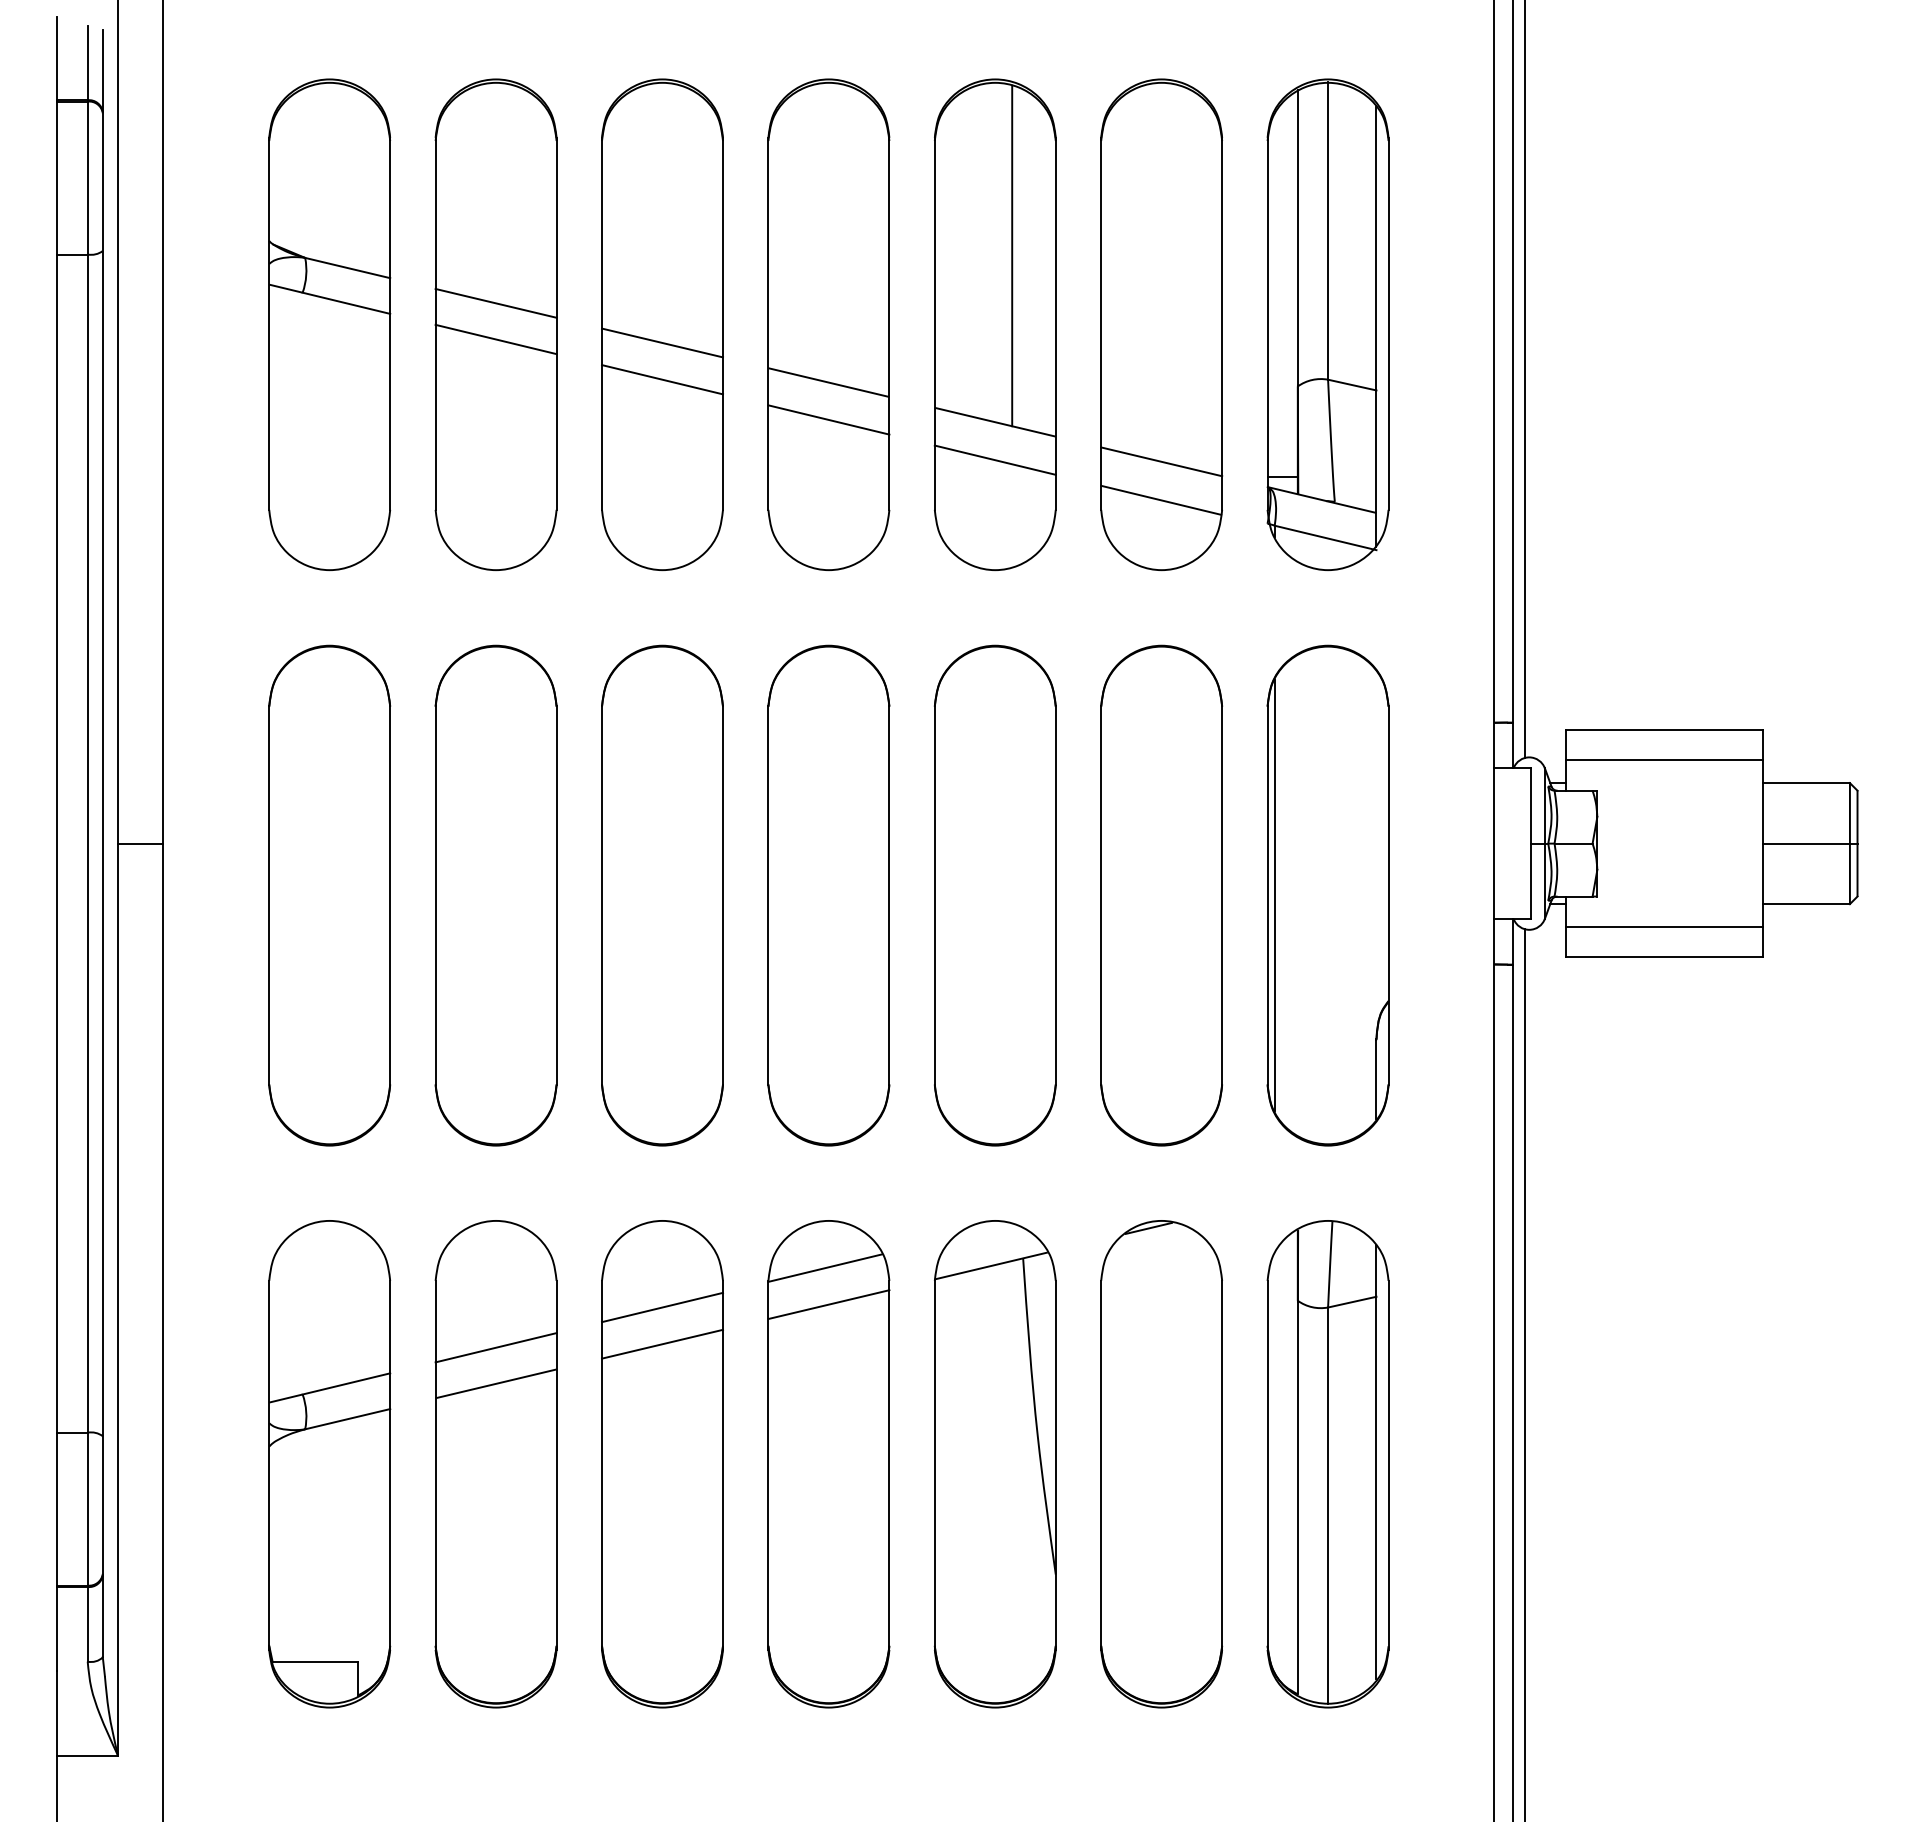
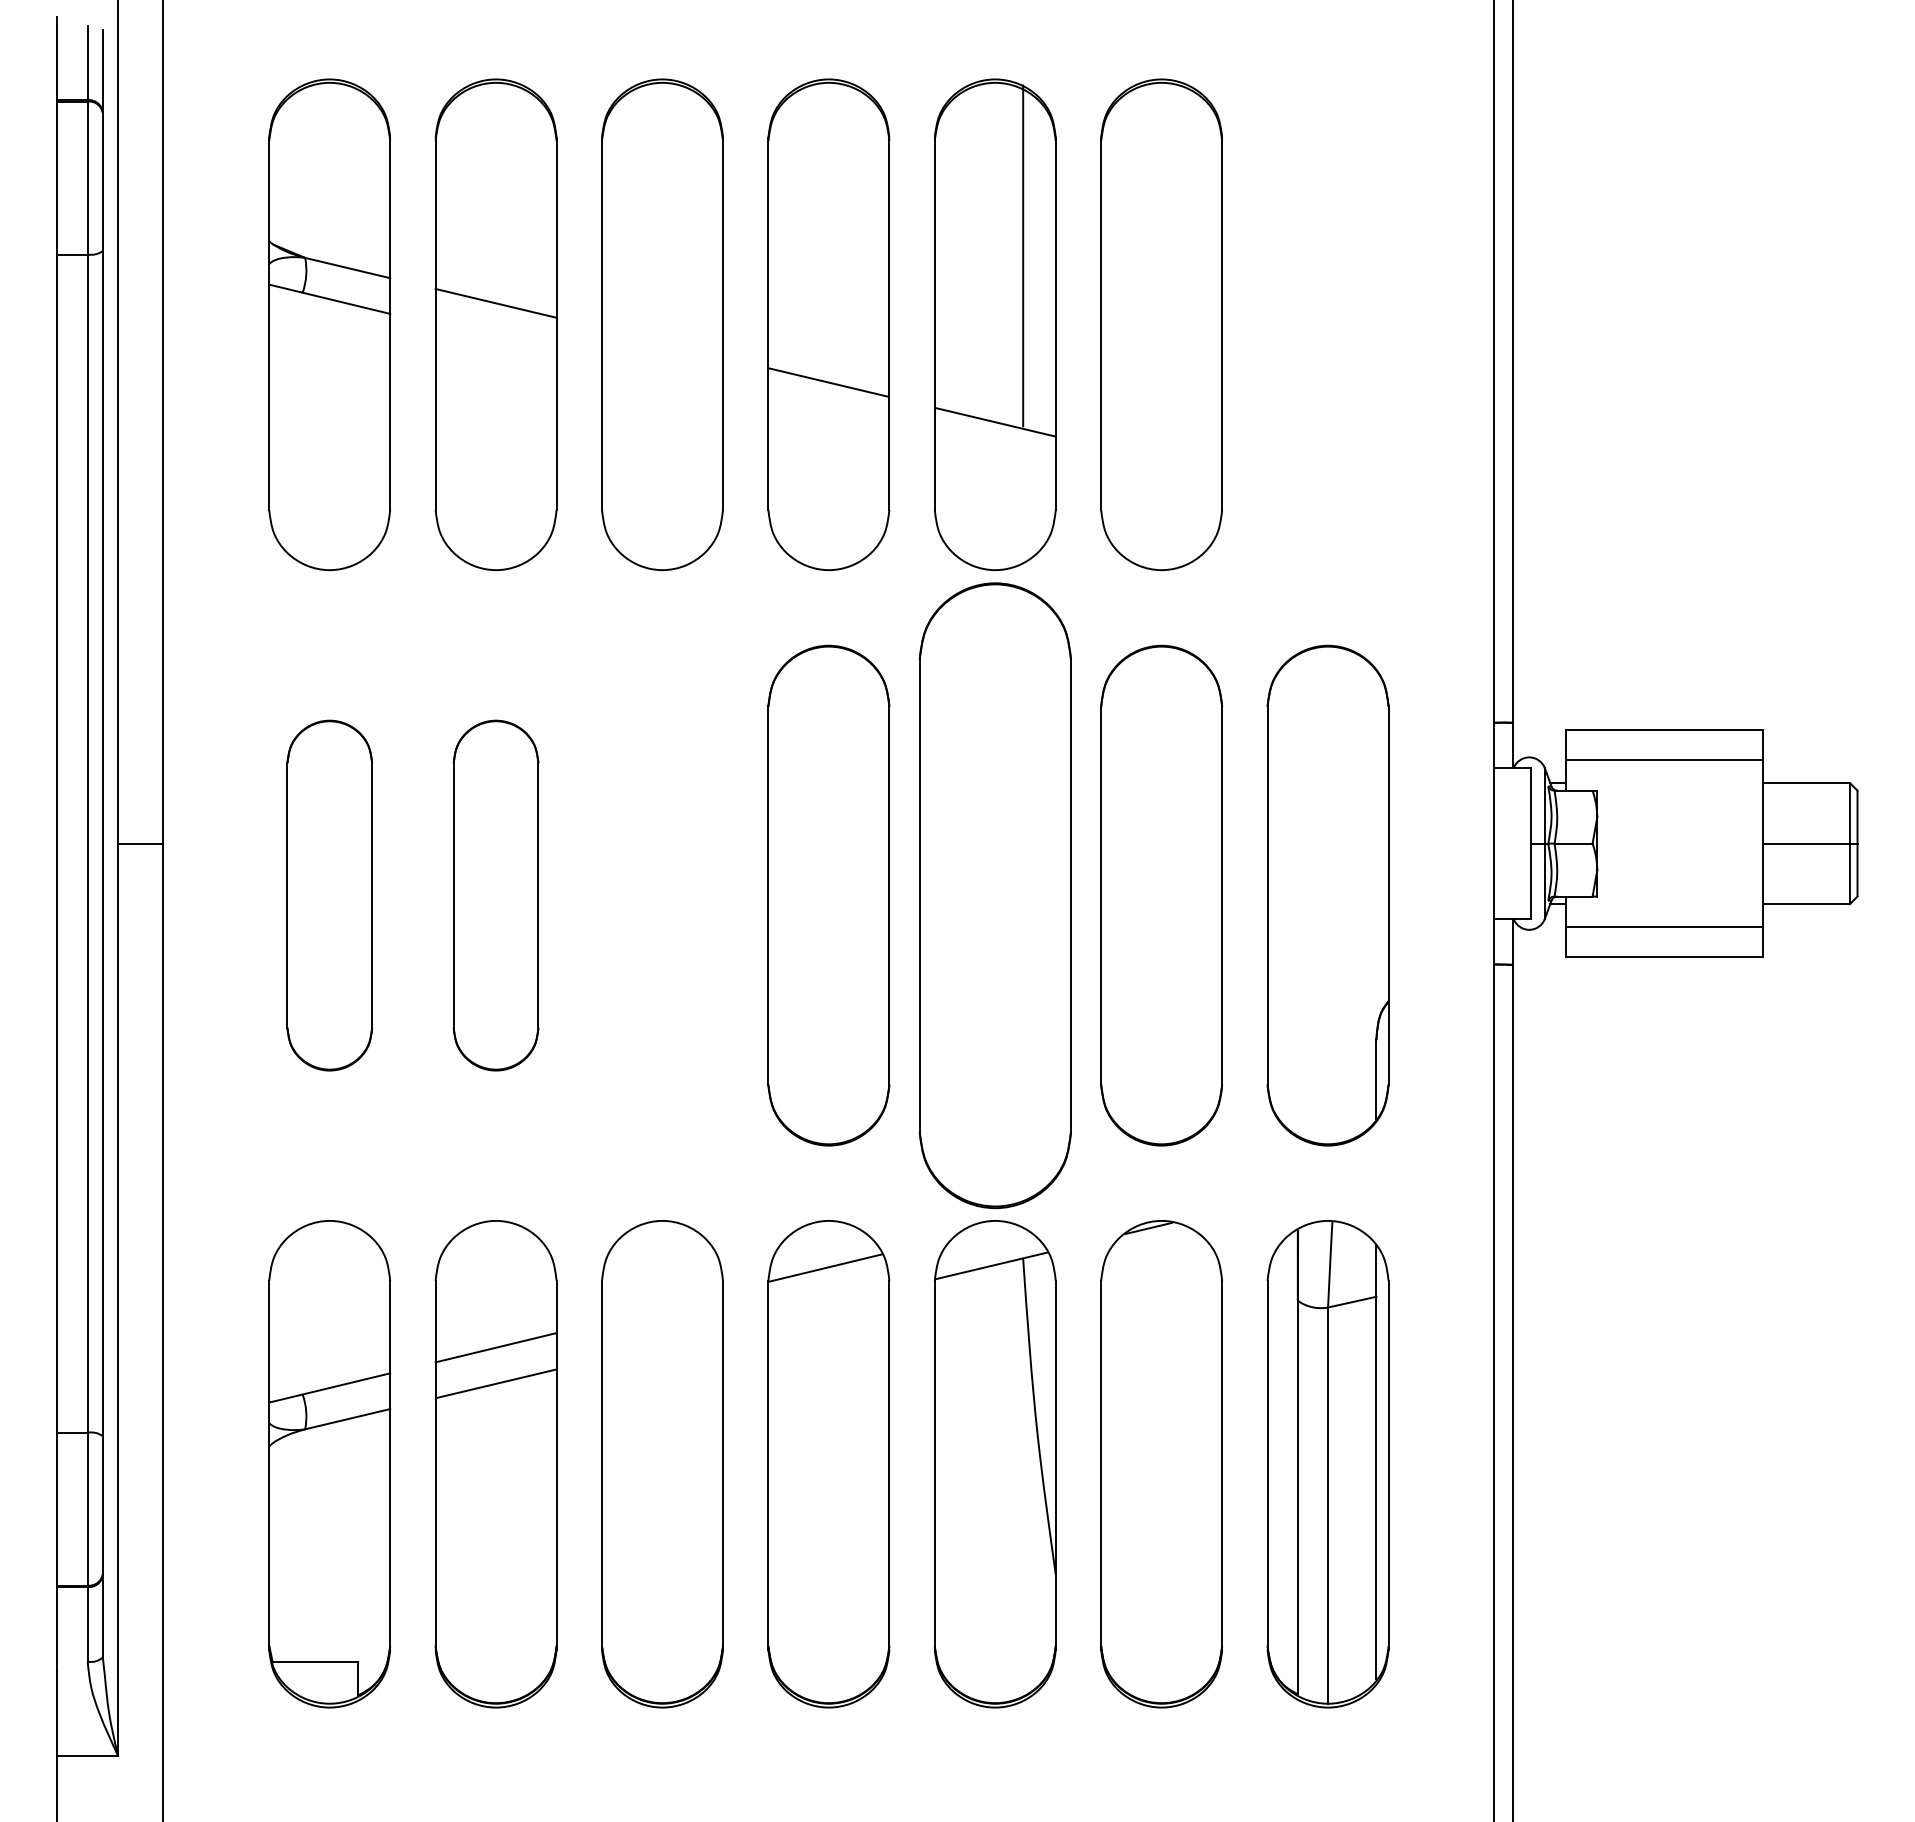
line at (1012, 255) position: (1012, 255) -> (1023, 255)
part at (1327, 324): present -> none
line at (495, 339): present -> none
line at (662, 342): present -> none
line at (662, 379): present -> none
line at (1524, 380): present -> none
line at (828, 419): present -> none
line at (994, 459): present -> none
line at (1161, 461): present -> none
line at (1161, 499): present -> none
part at (329, 895) size: 124x503 px -> 87x353 px
part at (495, 895) size: 124x503 px -> 88x353 px
part at (662, 895): present -> none
part at (994, 895) size: 124x503 px -> 154x628 px
line at (1274, 895): present -> none
line at (828, 1304): present -> none
line at (662, 1307): present -> none
line at (662, 1343): present -> none
line at (1524, 1373): present -> none
